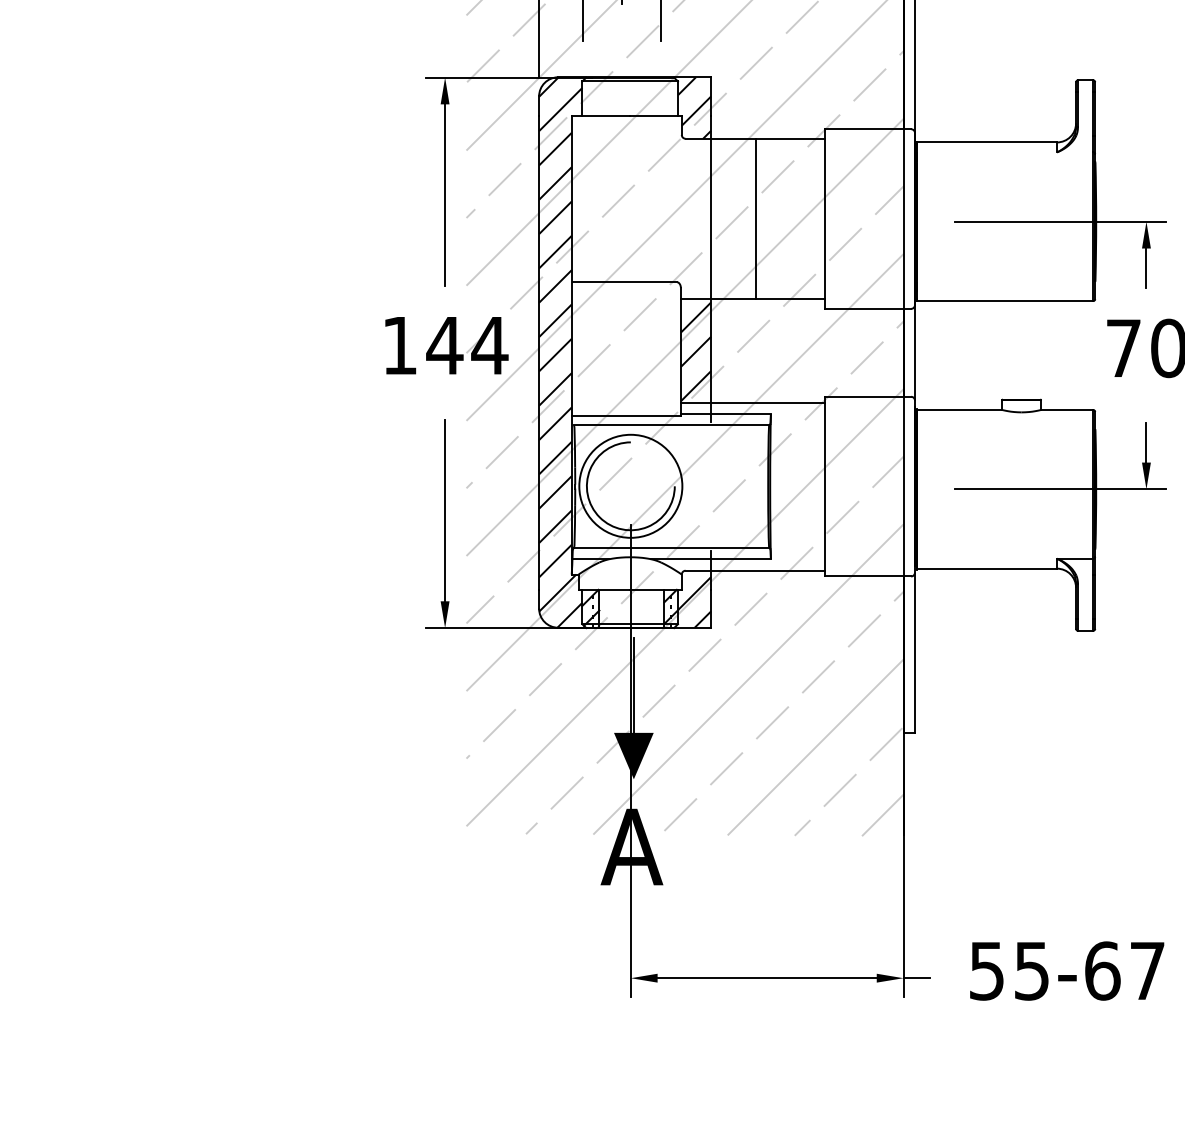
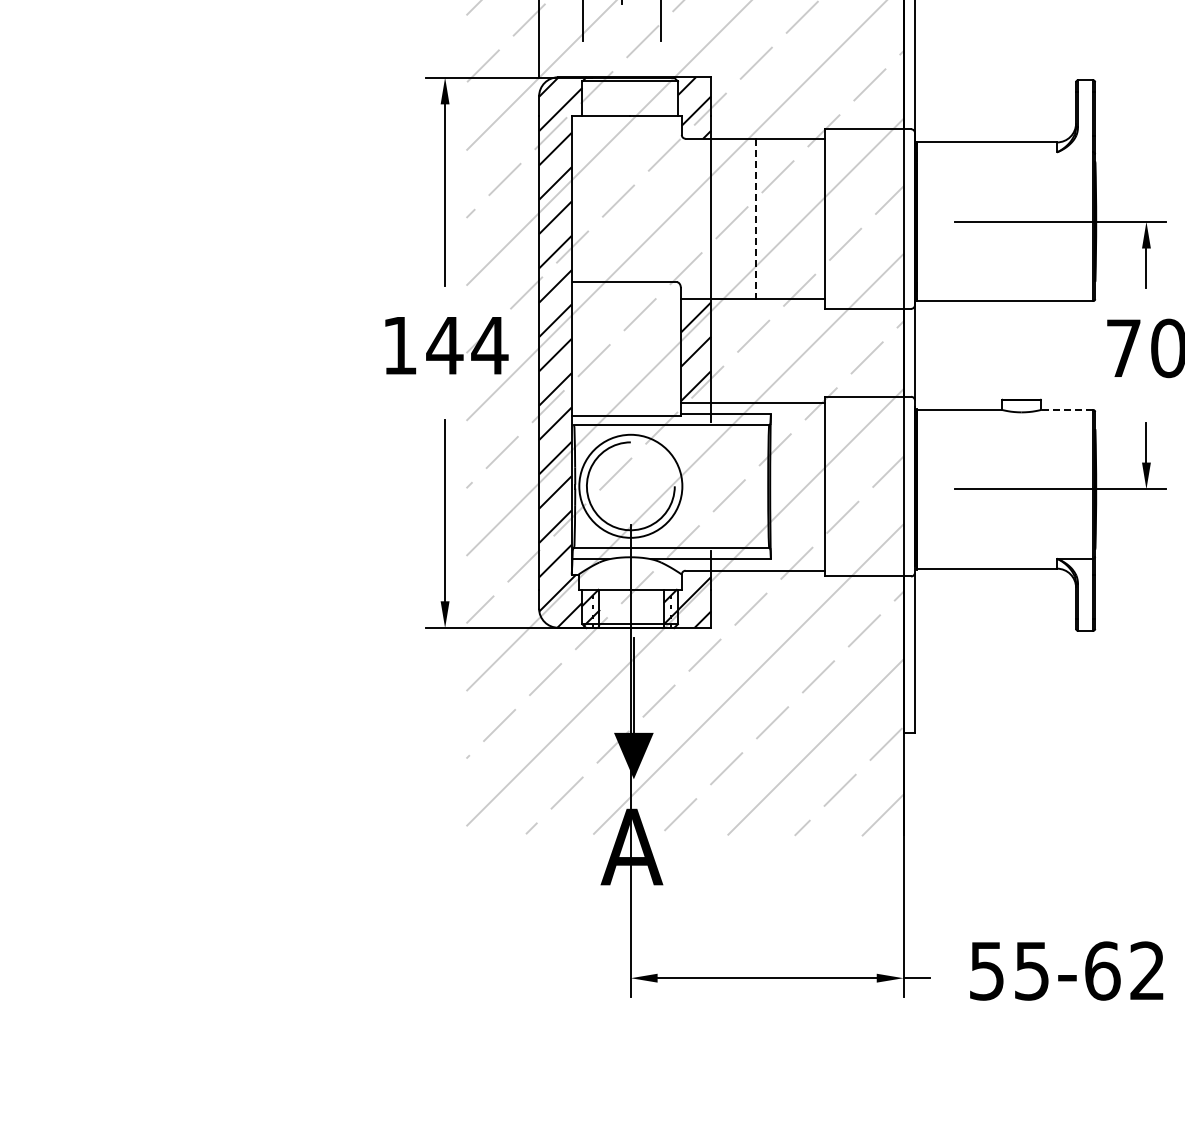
line at (756, 219): solid -> dashed
line at (1066, 410): solid -> dashed
text at (1147, 970): 55-67 -> 55-62
